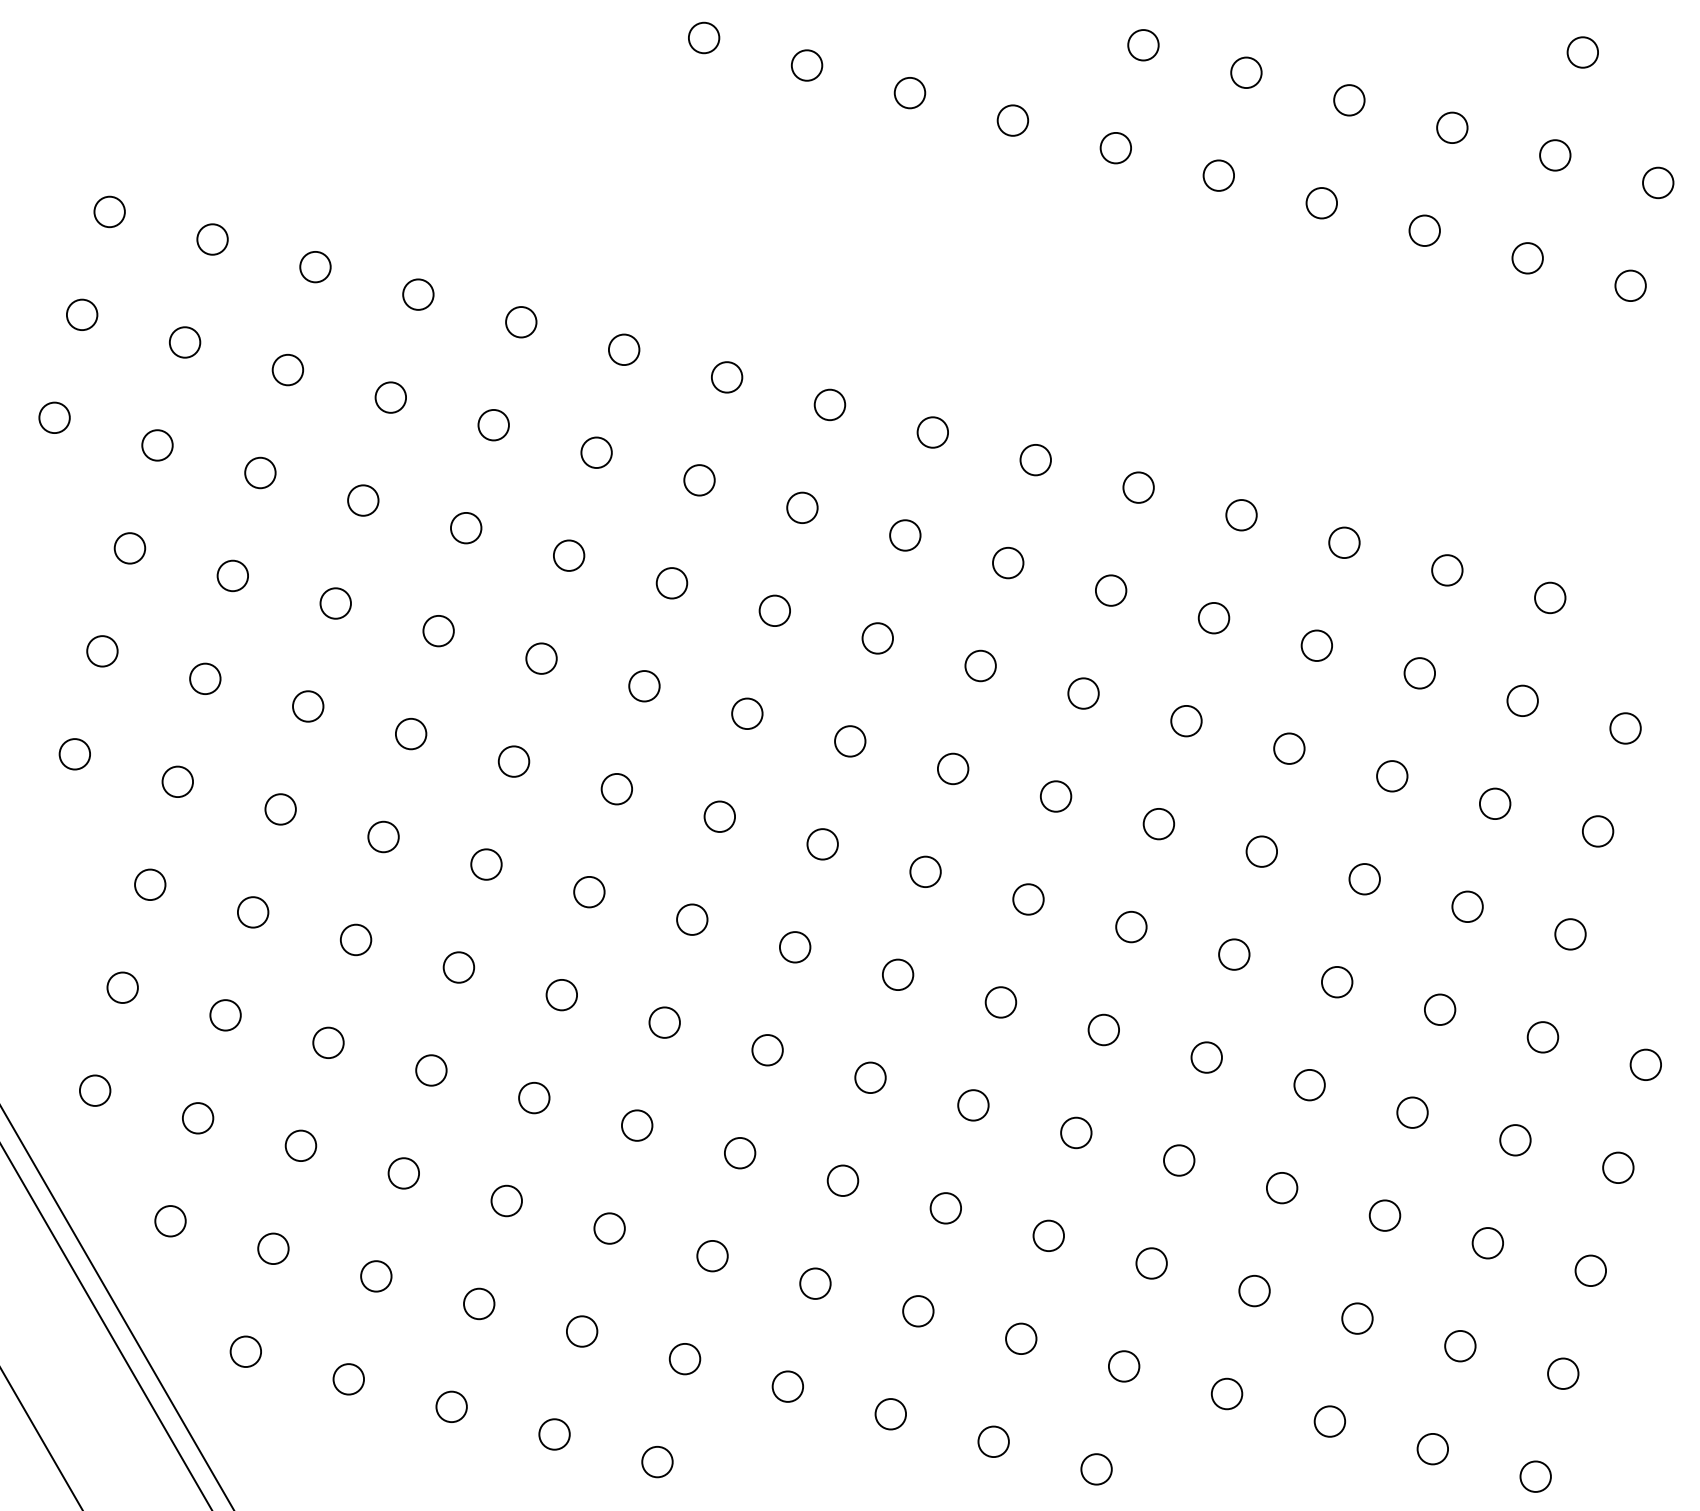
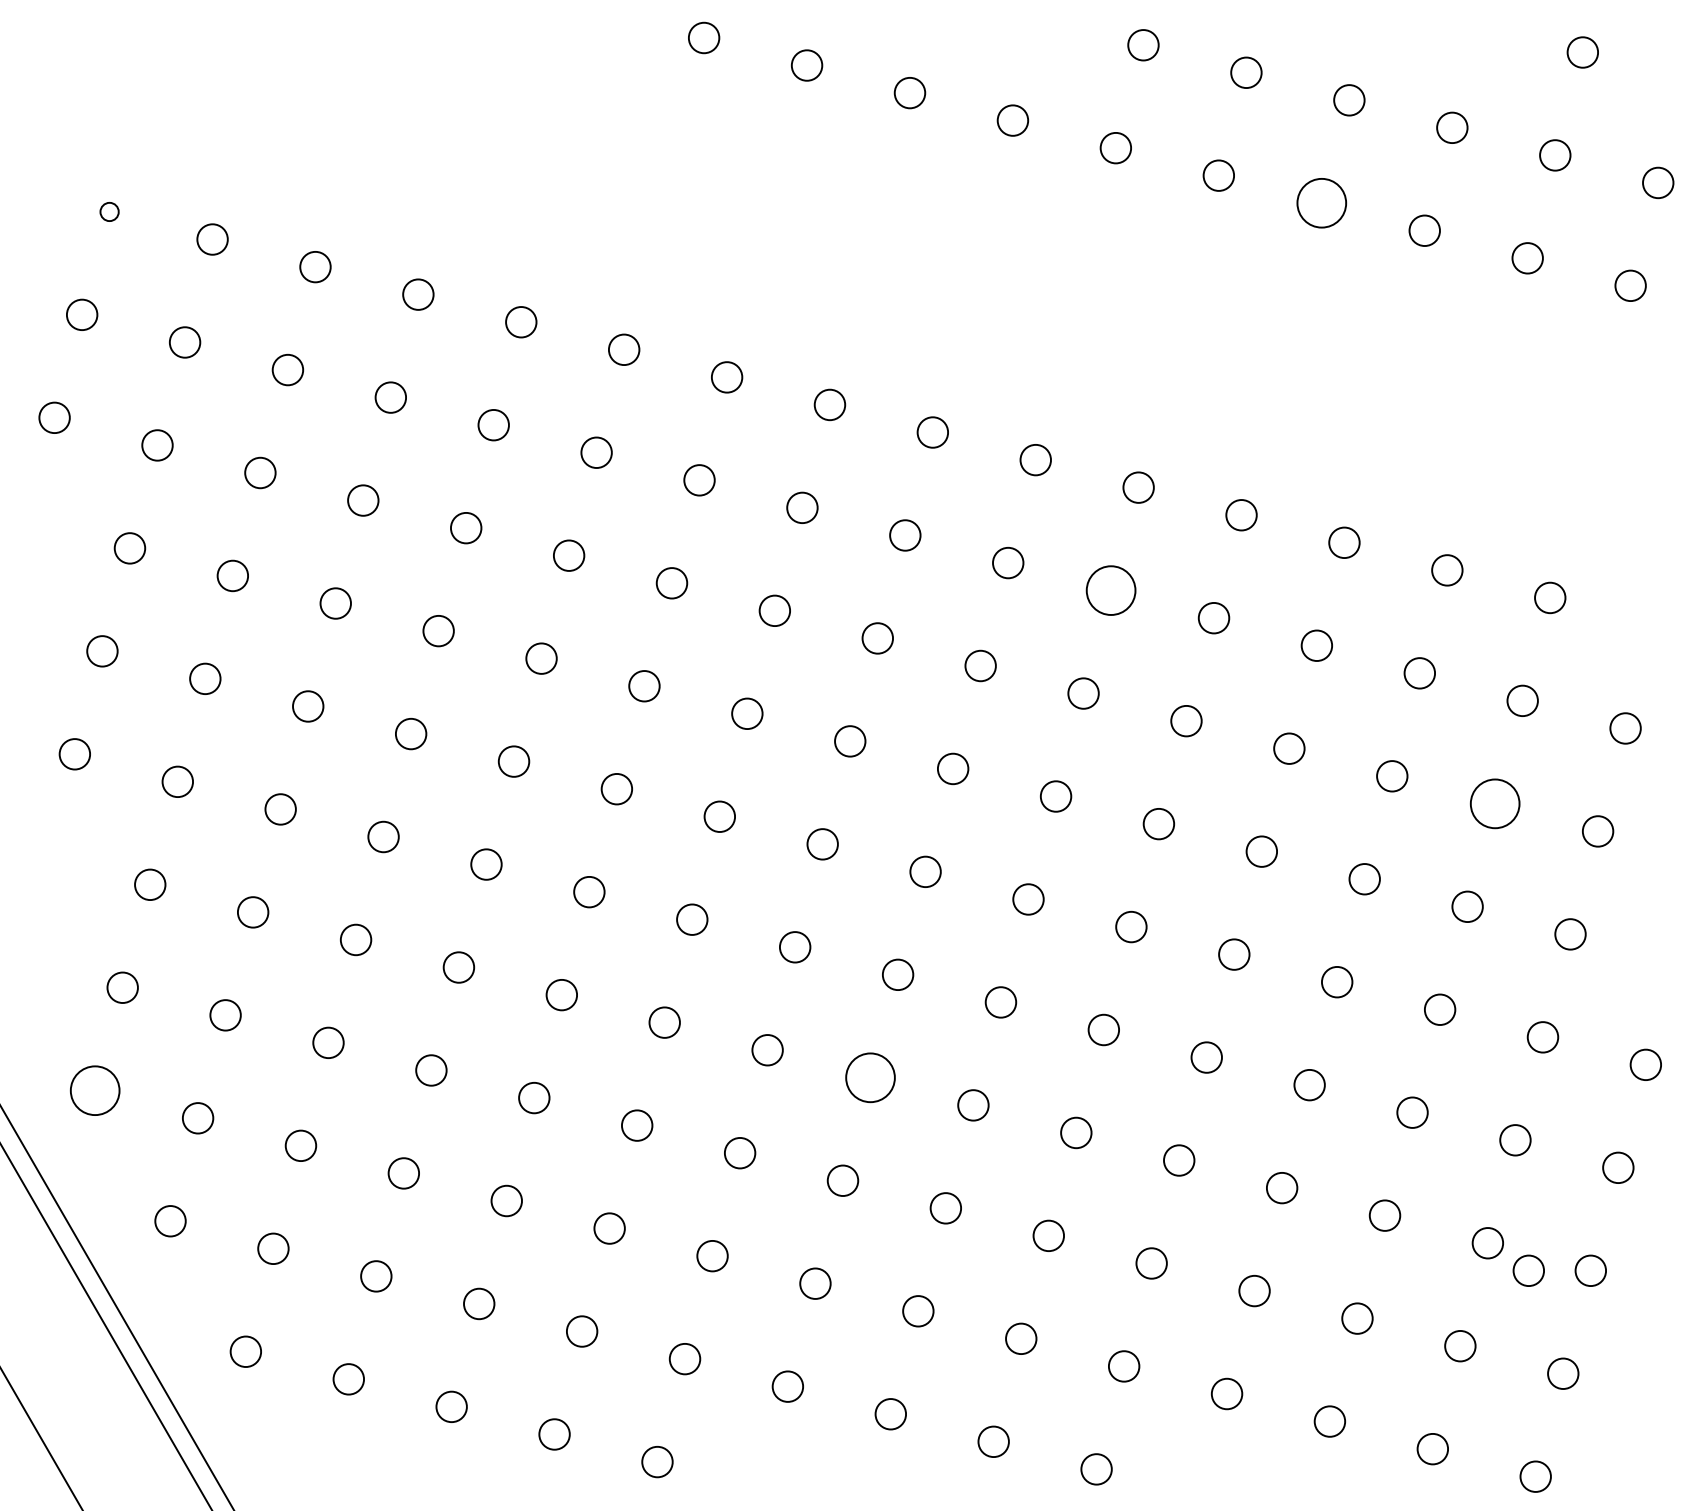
circle at (1321, 203) diameter: 30 px -> 49 px
circle at (109, 211) size: 33x34 px -> 21x20 px
circle at (1110, 590) diameter: 30 px -> 49 px
circle at (1494, 803) diameter: 30 px -> 49 px
circle at (870, 1077) diameter: 30 px -> 49 px
circle at (94, 1090) diameter: 30 px -> 49 px
circle at (1528, 1270): none -> present
